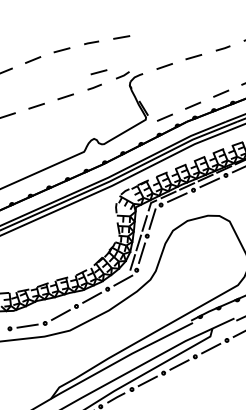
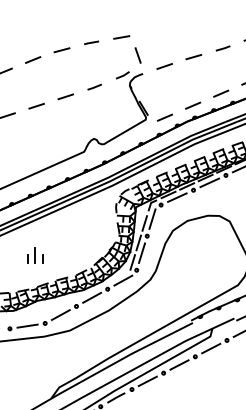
line at (137, 55): none -> present
line at (98, 72): present -> none
part at (35, 255): none -> present
